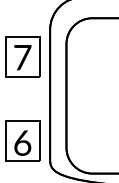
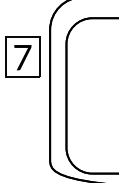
part at (22, 140): present -> none
